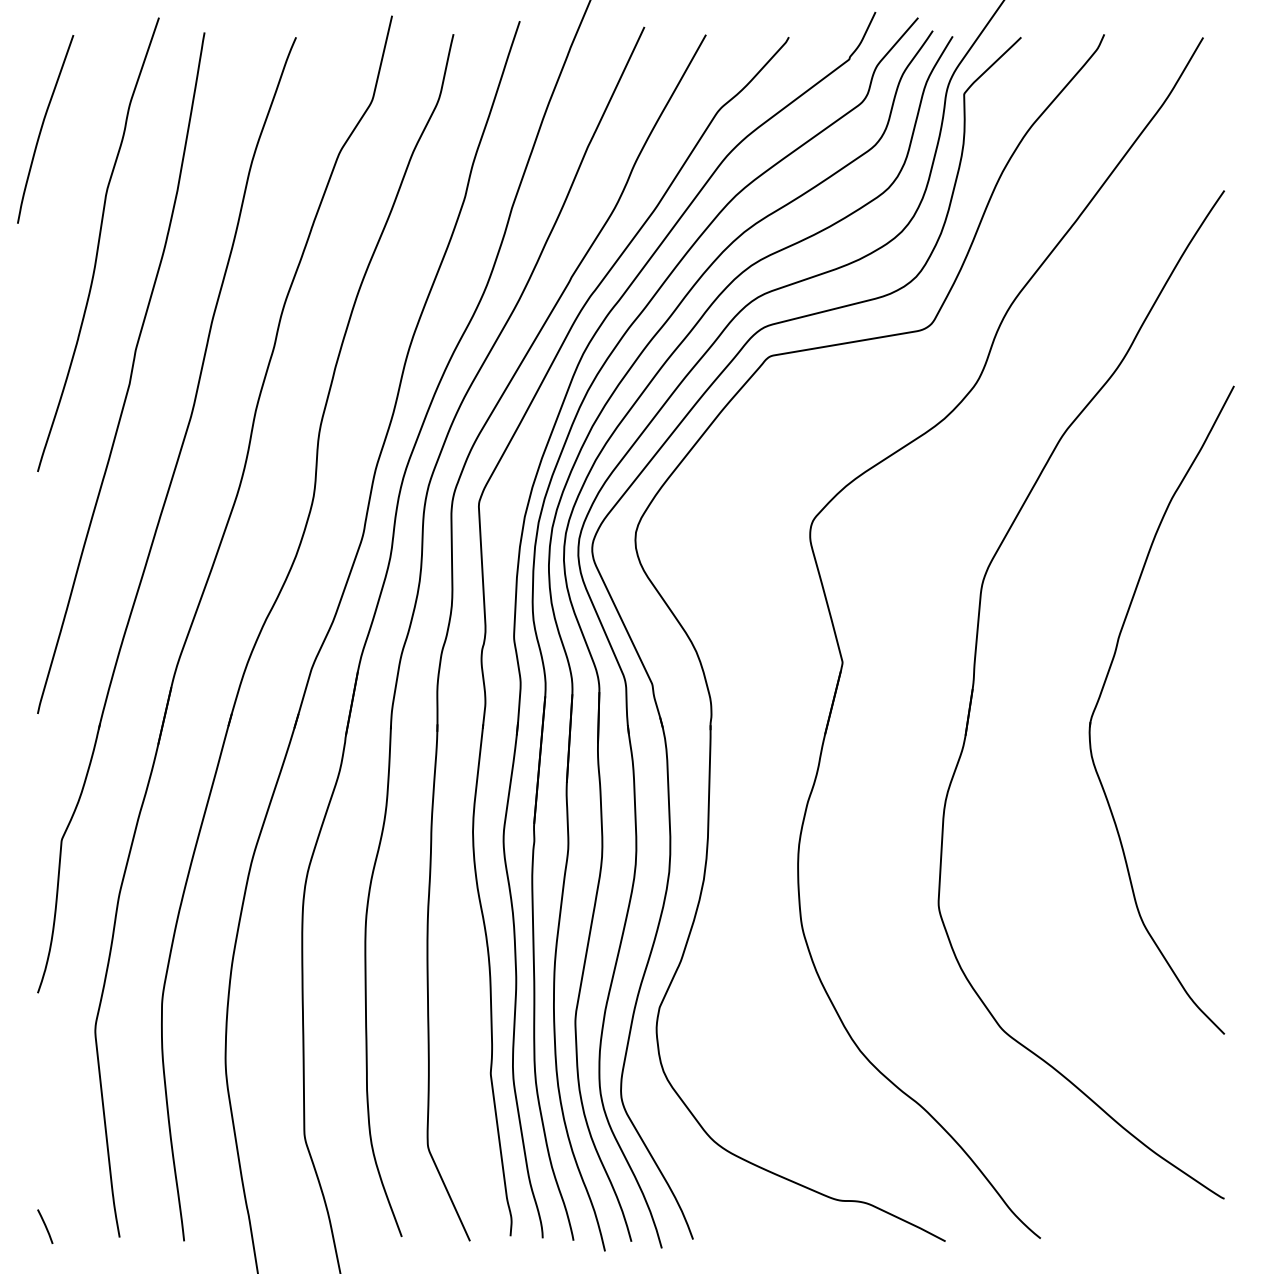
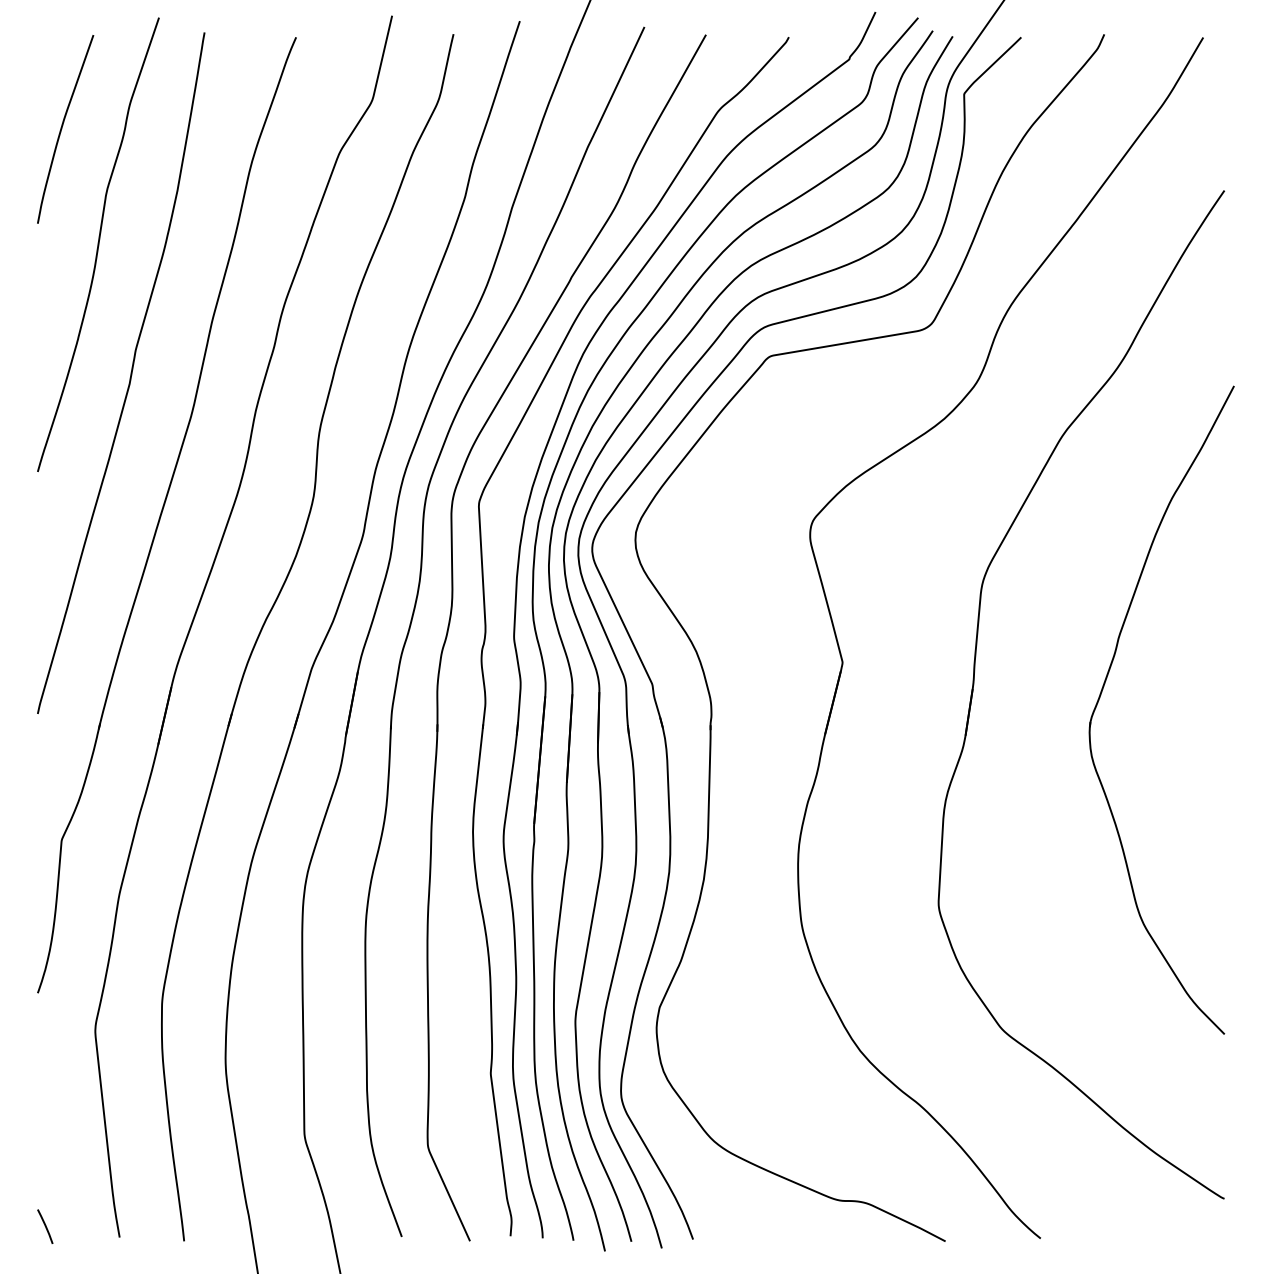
curve at (42, 129) position: (42, 129) -> (62, 129)
